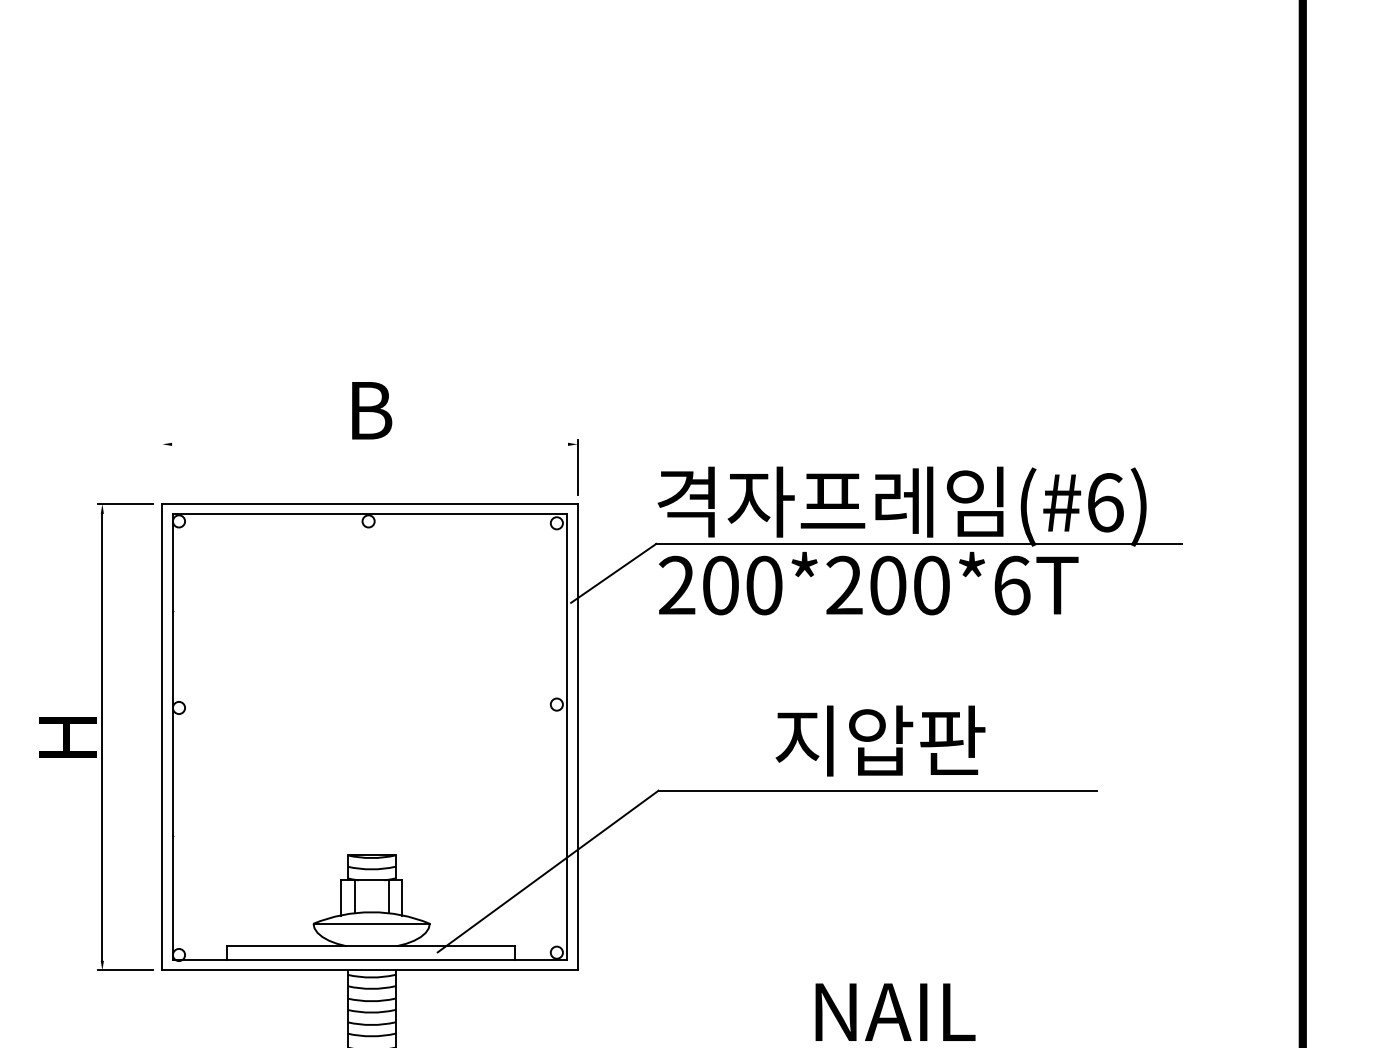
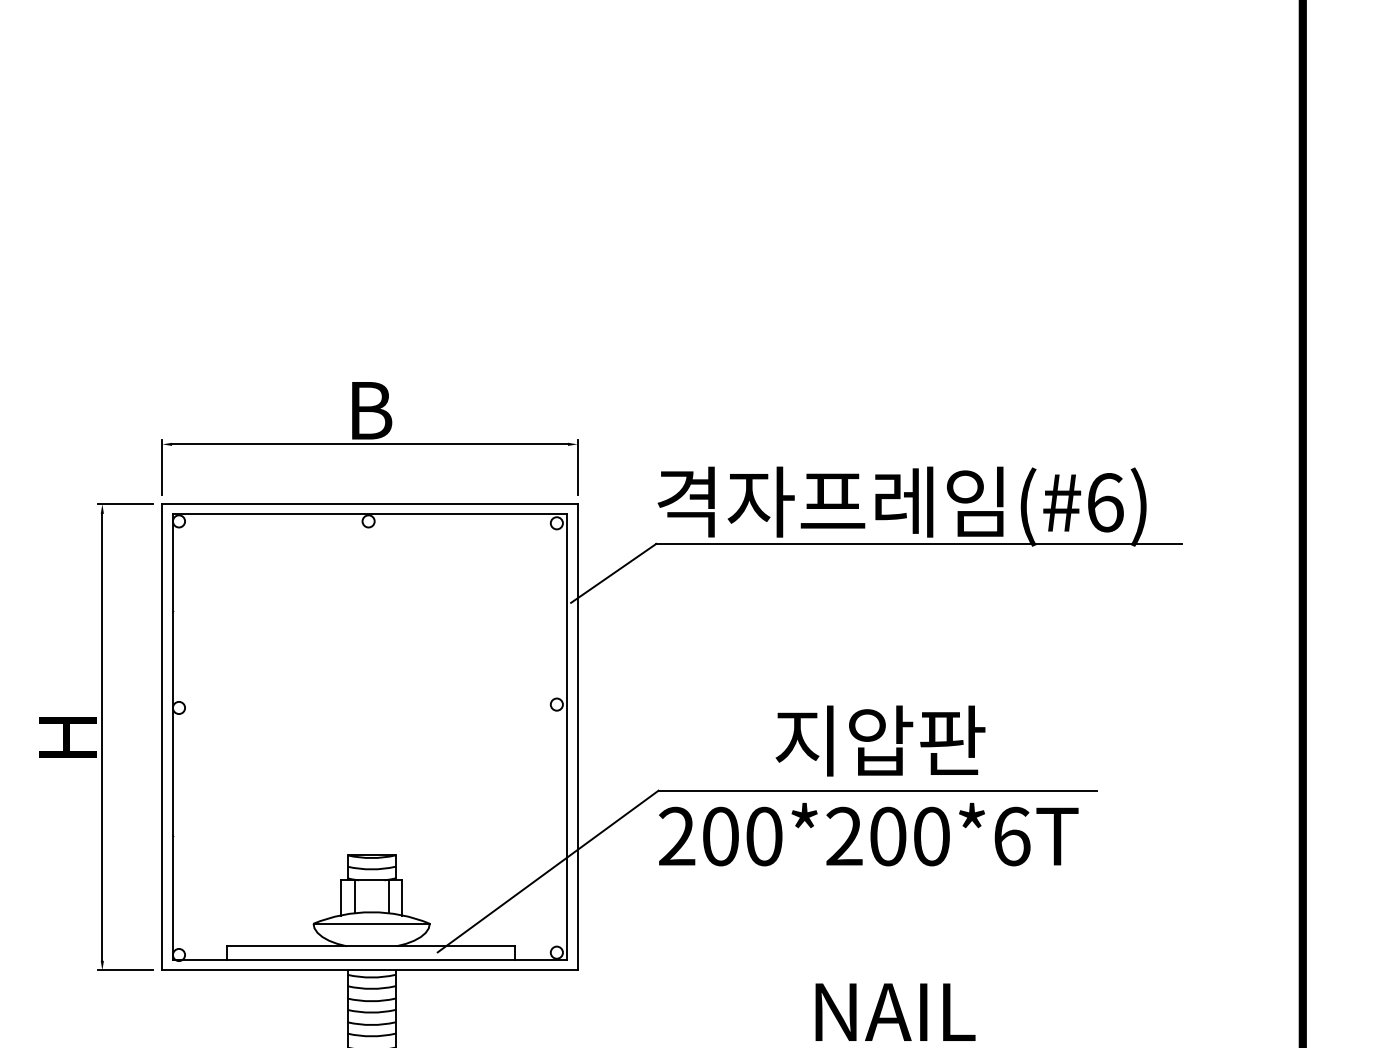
line at (369, 444): none -> present
line at (162, 466): none -> present
text at (868, 583) position: (868, 583) -> (868, 834)
